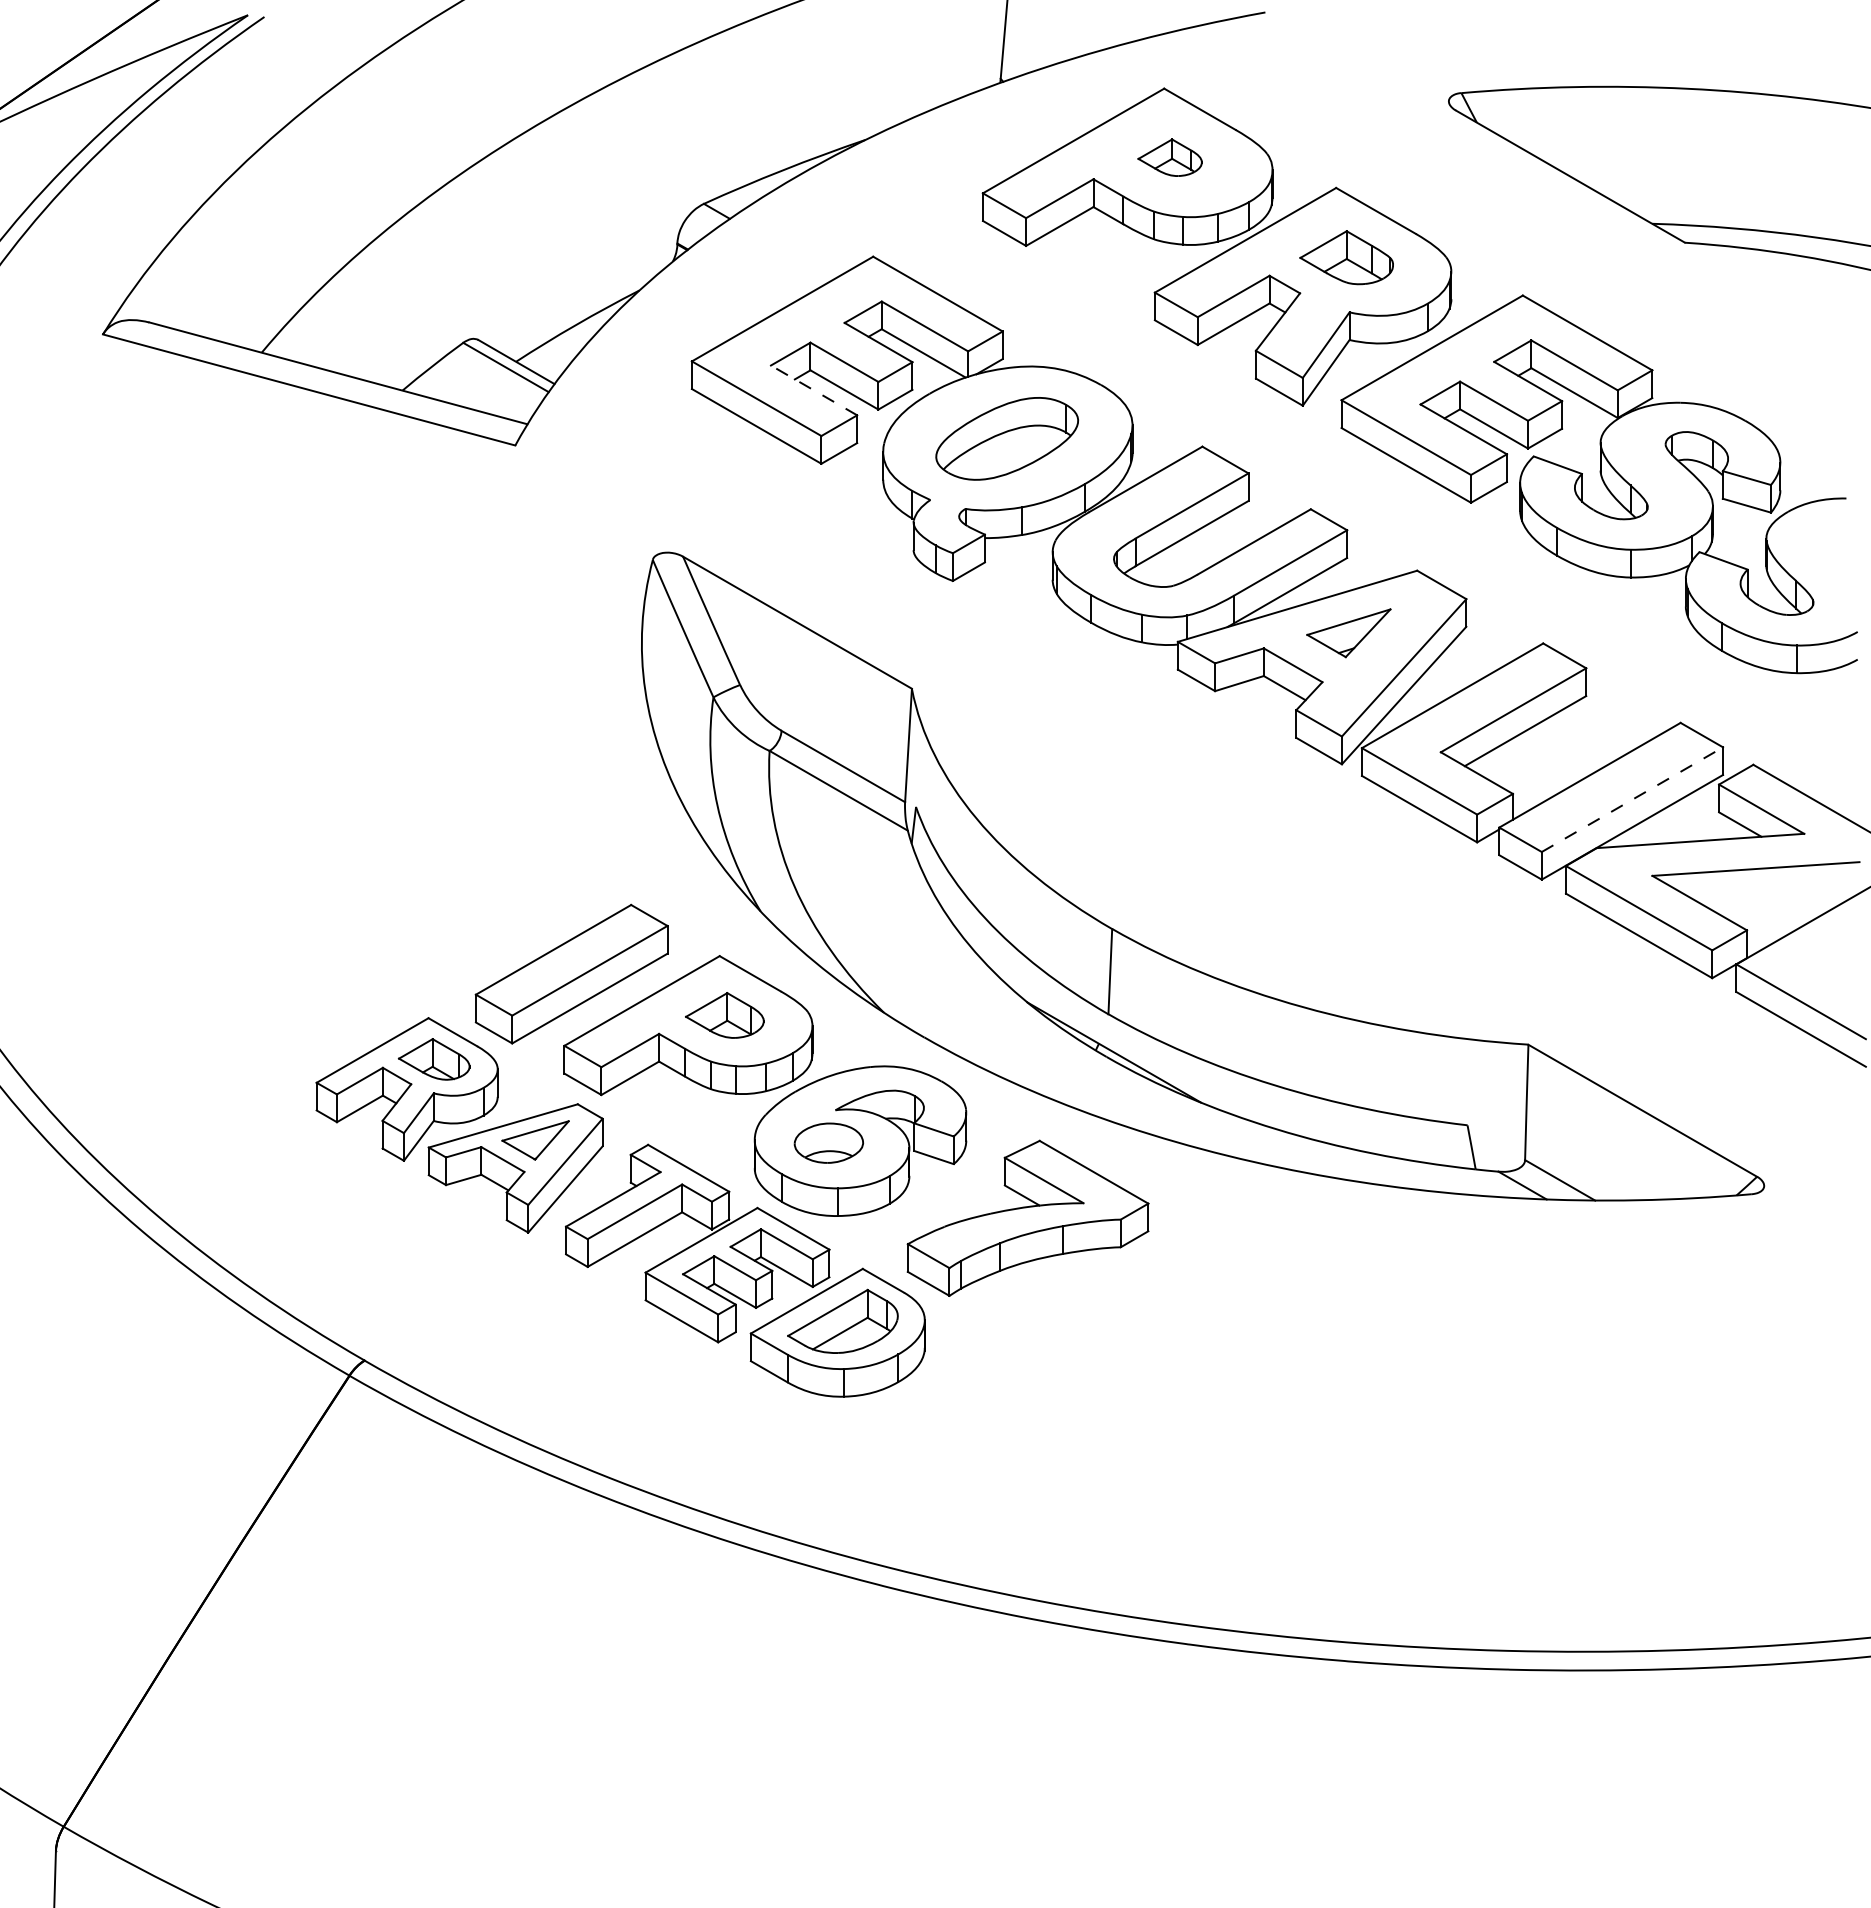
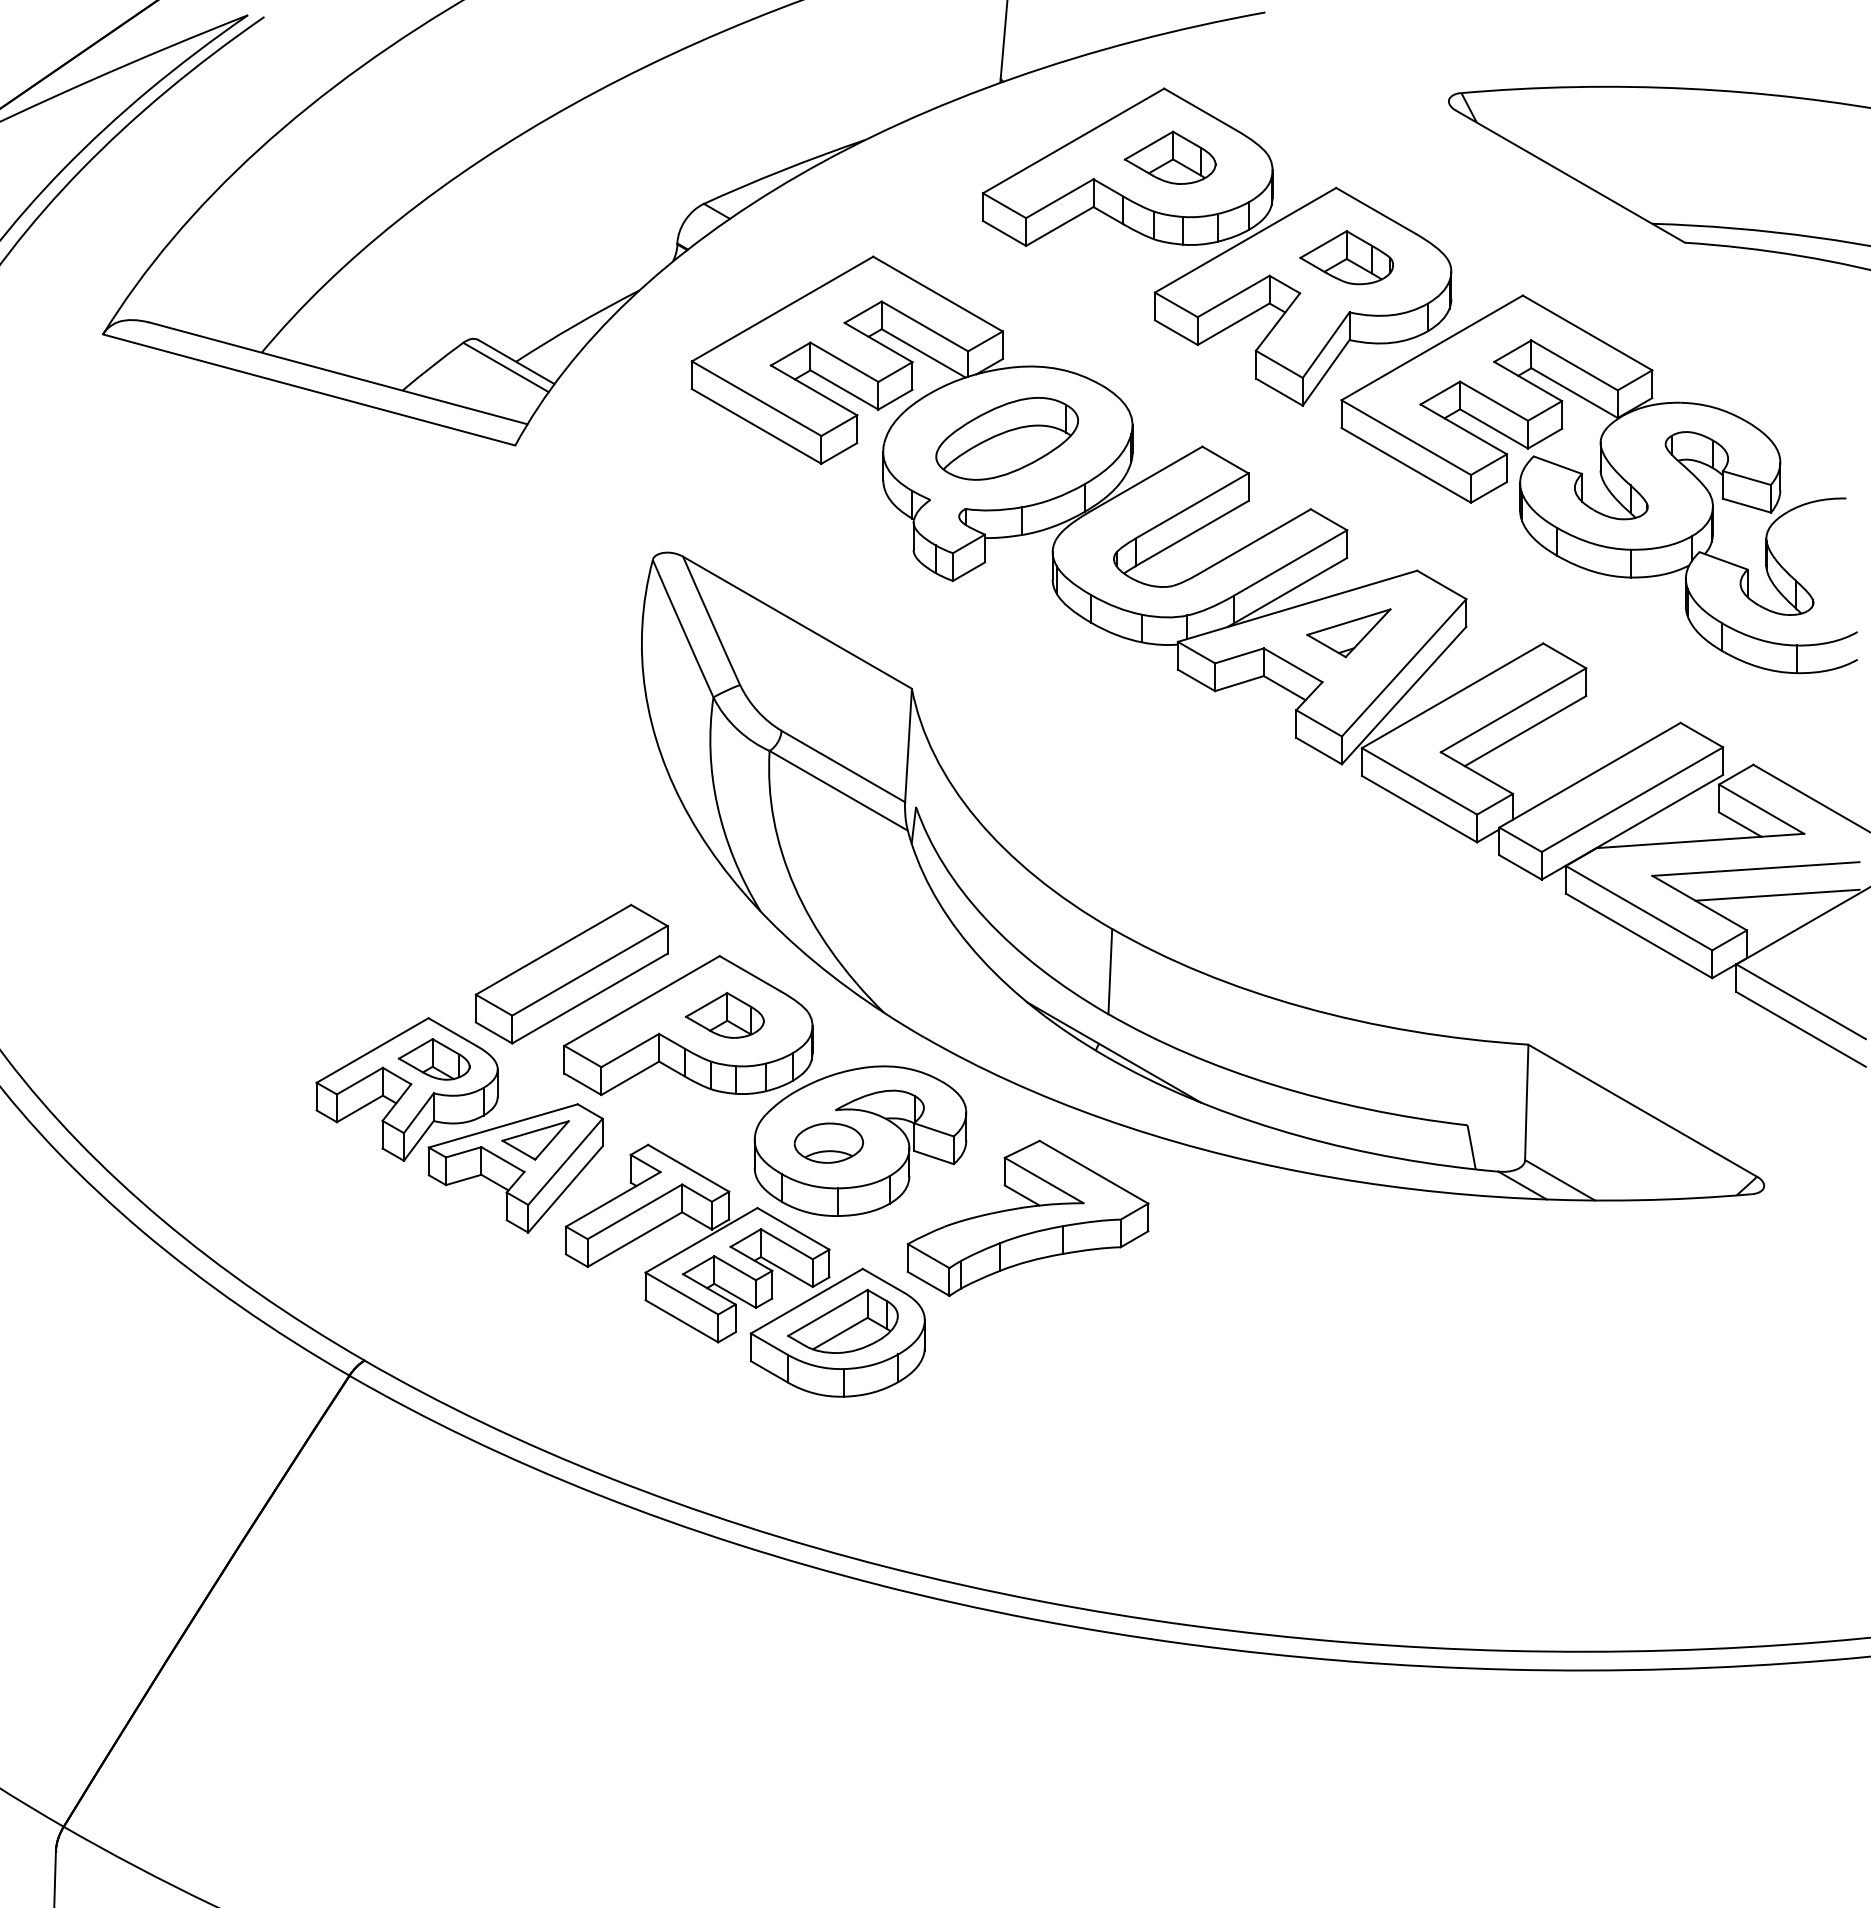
part at (1169, 157) size: 66x39 px -> 94x55 px
line at (814, 390): dashed -> solid
line at (1632, 799): dashed -> solid
line at (1777, 894): none -> present
